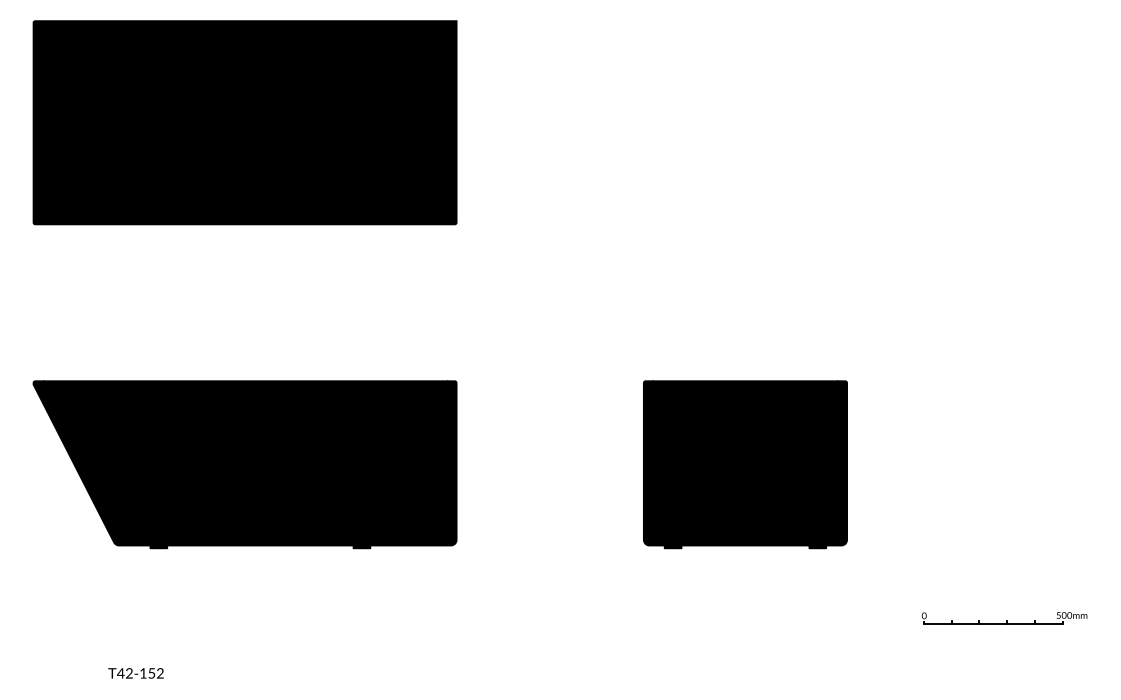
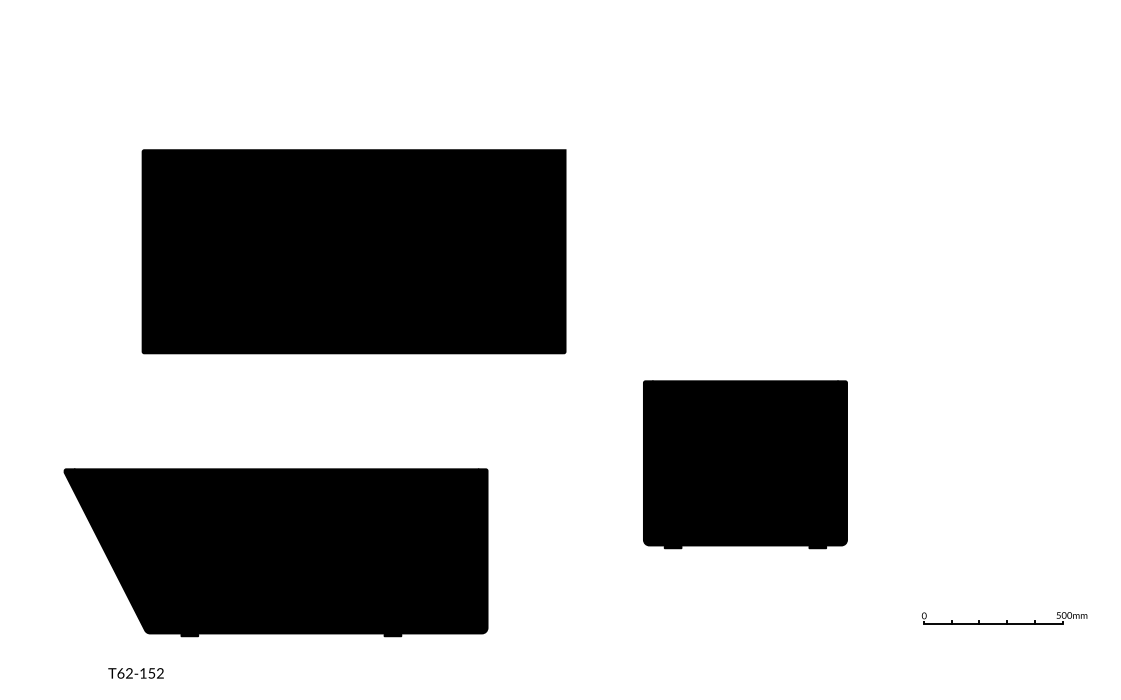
part at (244, 122) position: (244, 122) -> (353, 251)
part at (244, 464) position: (244, 464) -> (275, 552)
text at (120, 673): T42-152 -> T62-152
